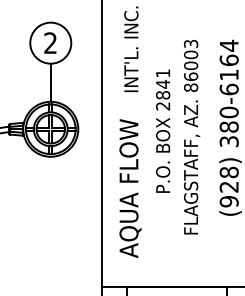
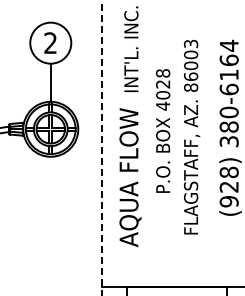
text at (163, 89): 2841 -> 4028
line at (102, 147): solid -> dashed
text at (130, 188) position: (130, 188) -> (130, 177)
